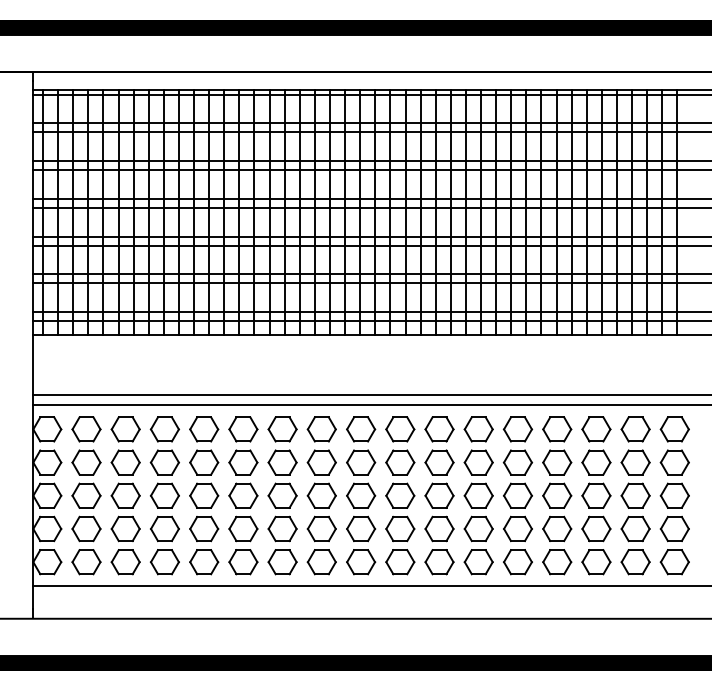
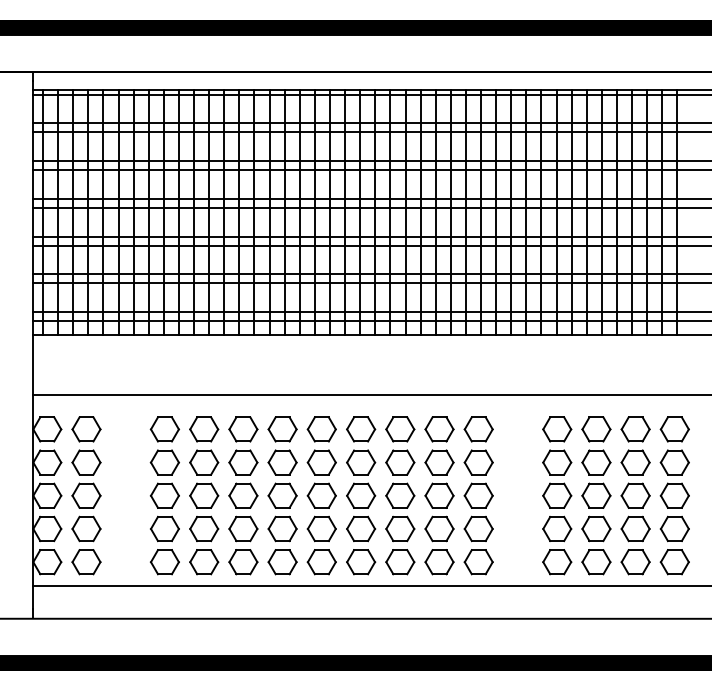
line at (370, 405): present -> none
part at (125, 495): present -> none
part at (517, 495): present -> none
